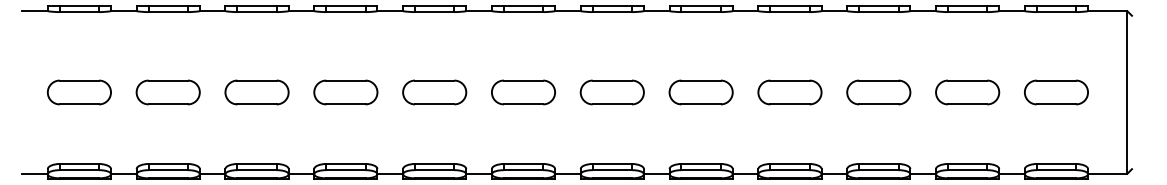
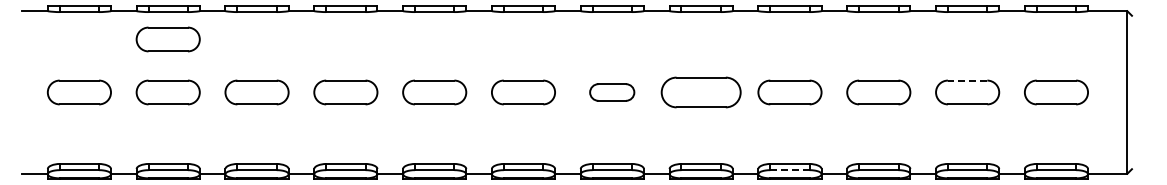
part at (167, 39): none -> present
line at (967, 80): solid -> dashed
part at (611, 92) size: 66x27 px -> 47x19 px
part at (700, 92) size: 66x27 px -> 82x33 px
line at (789, 170): solid -> dashed
